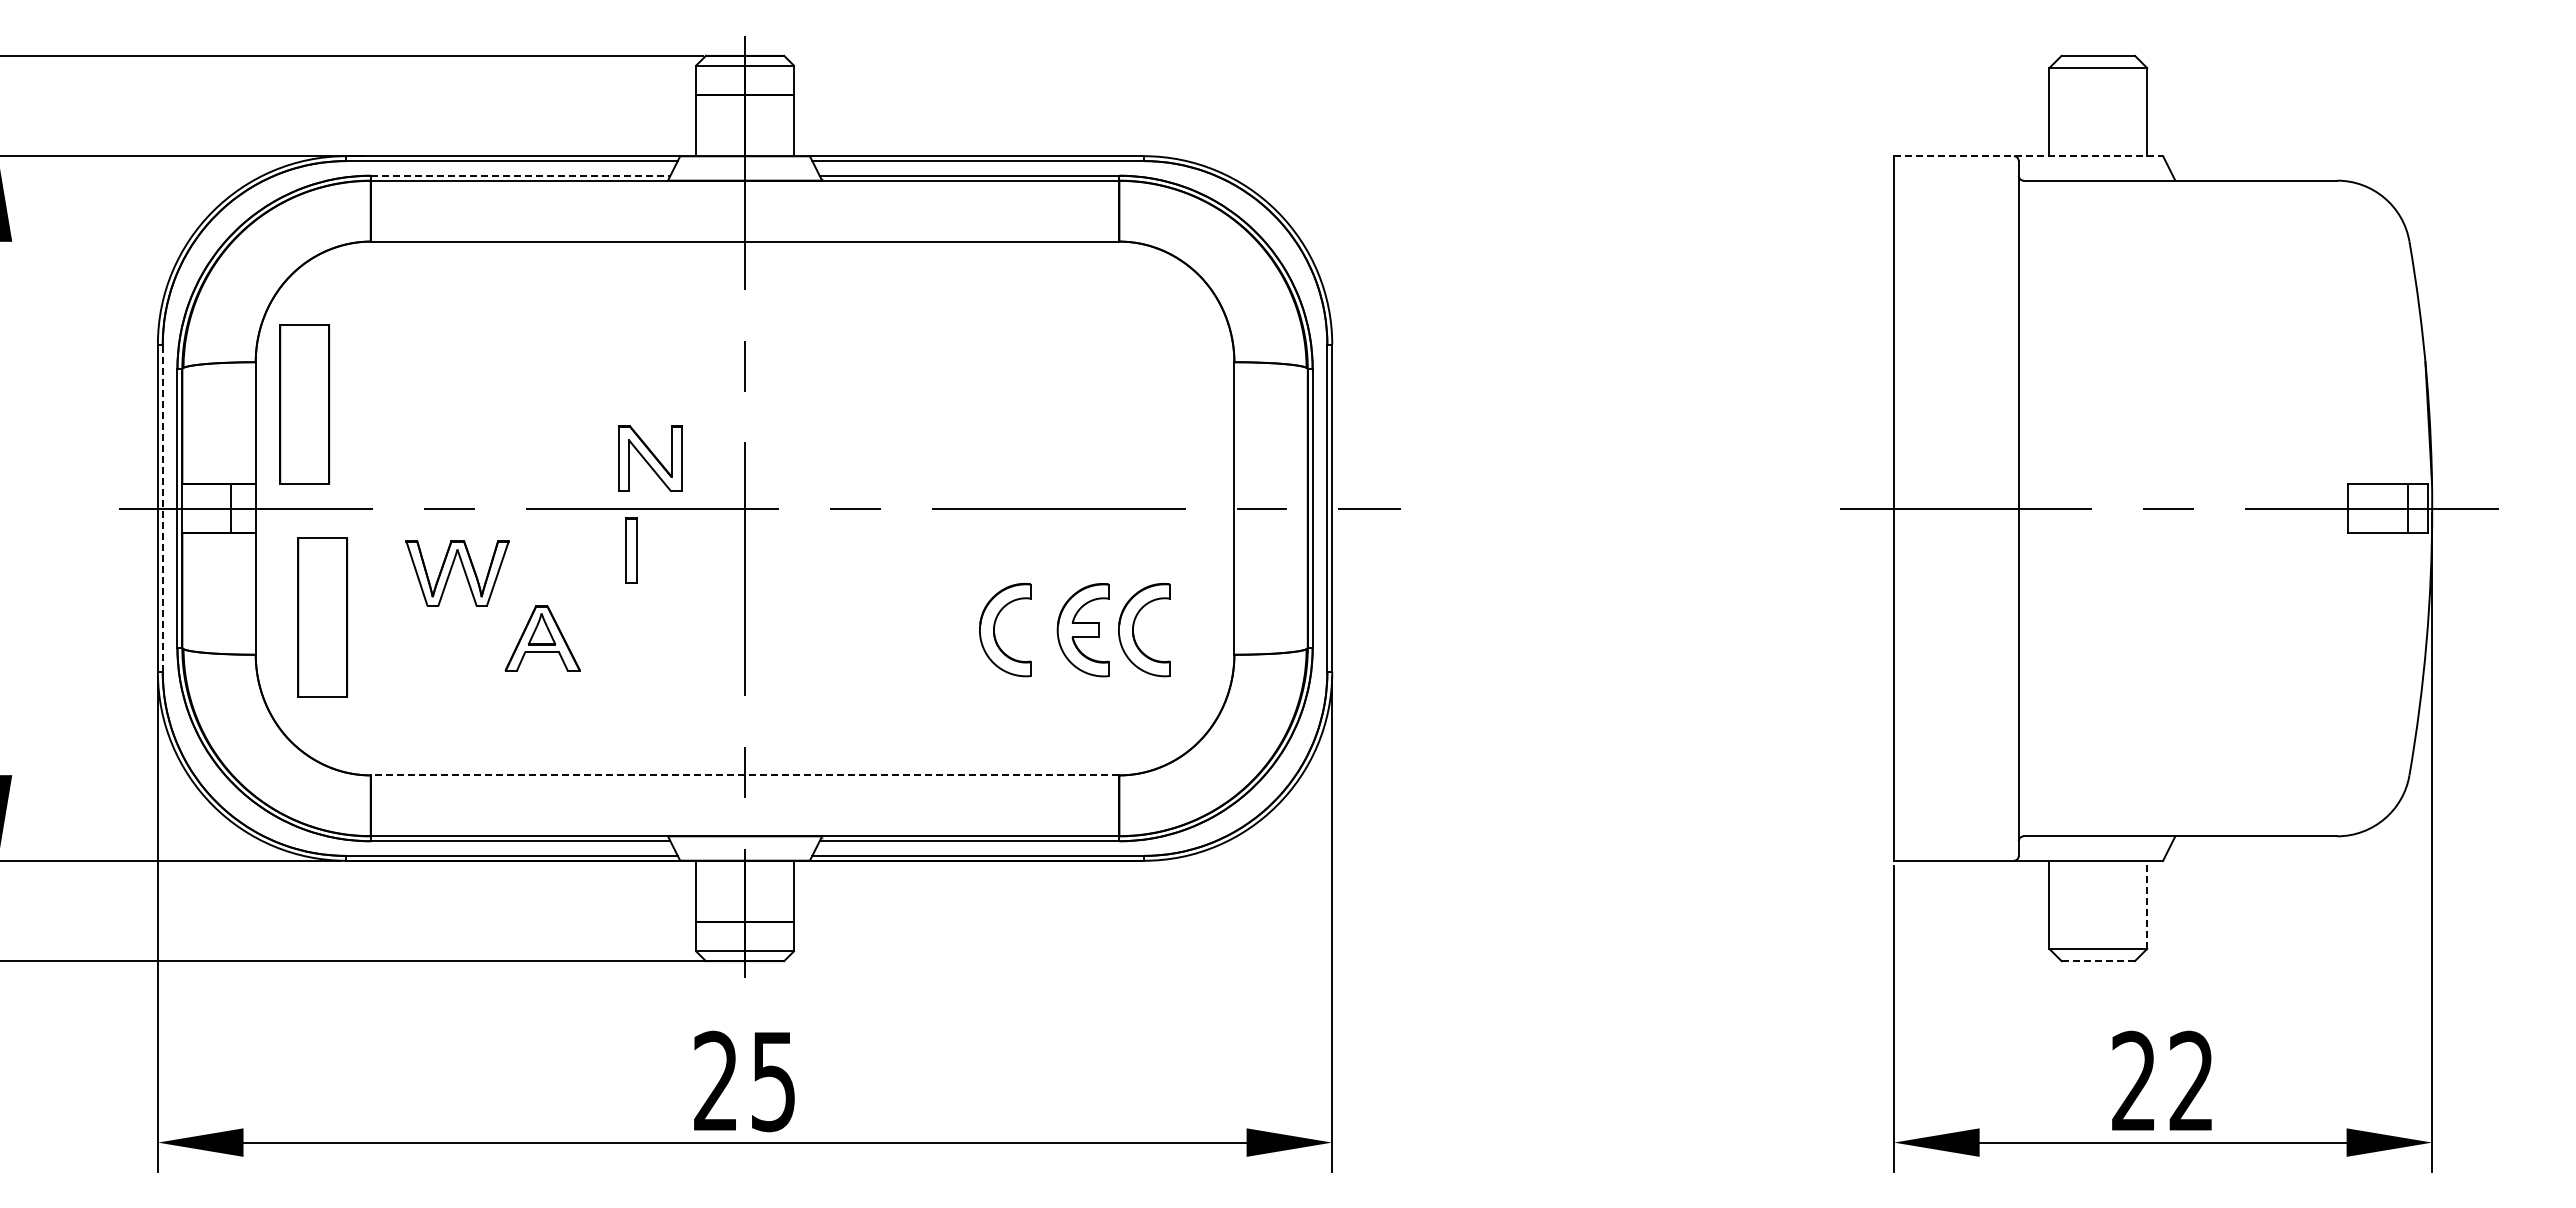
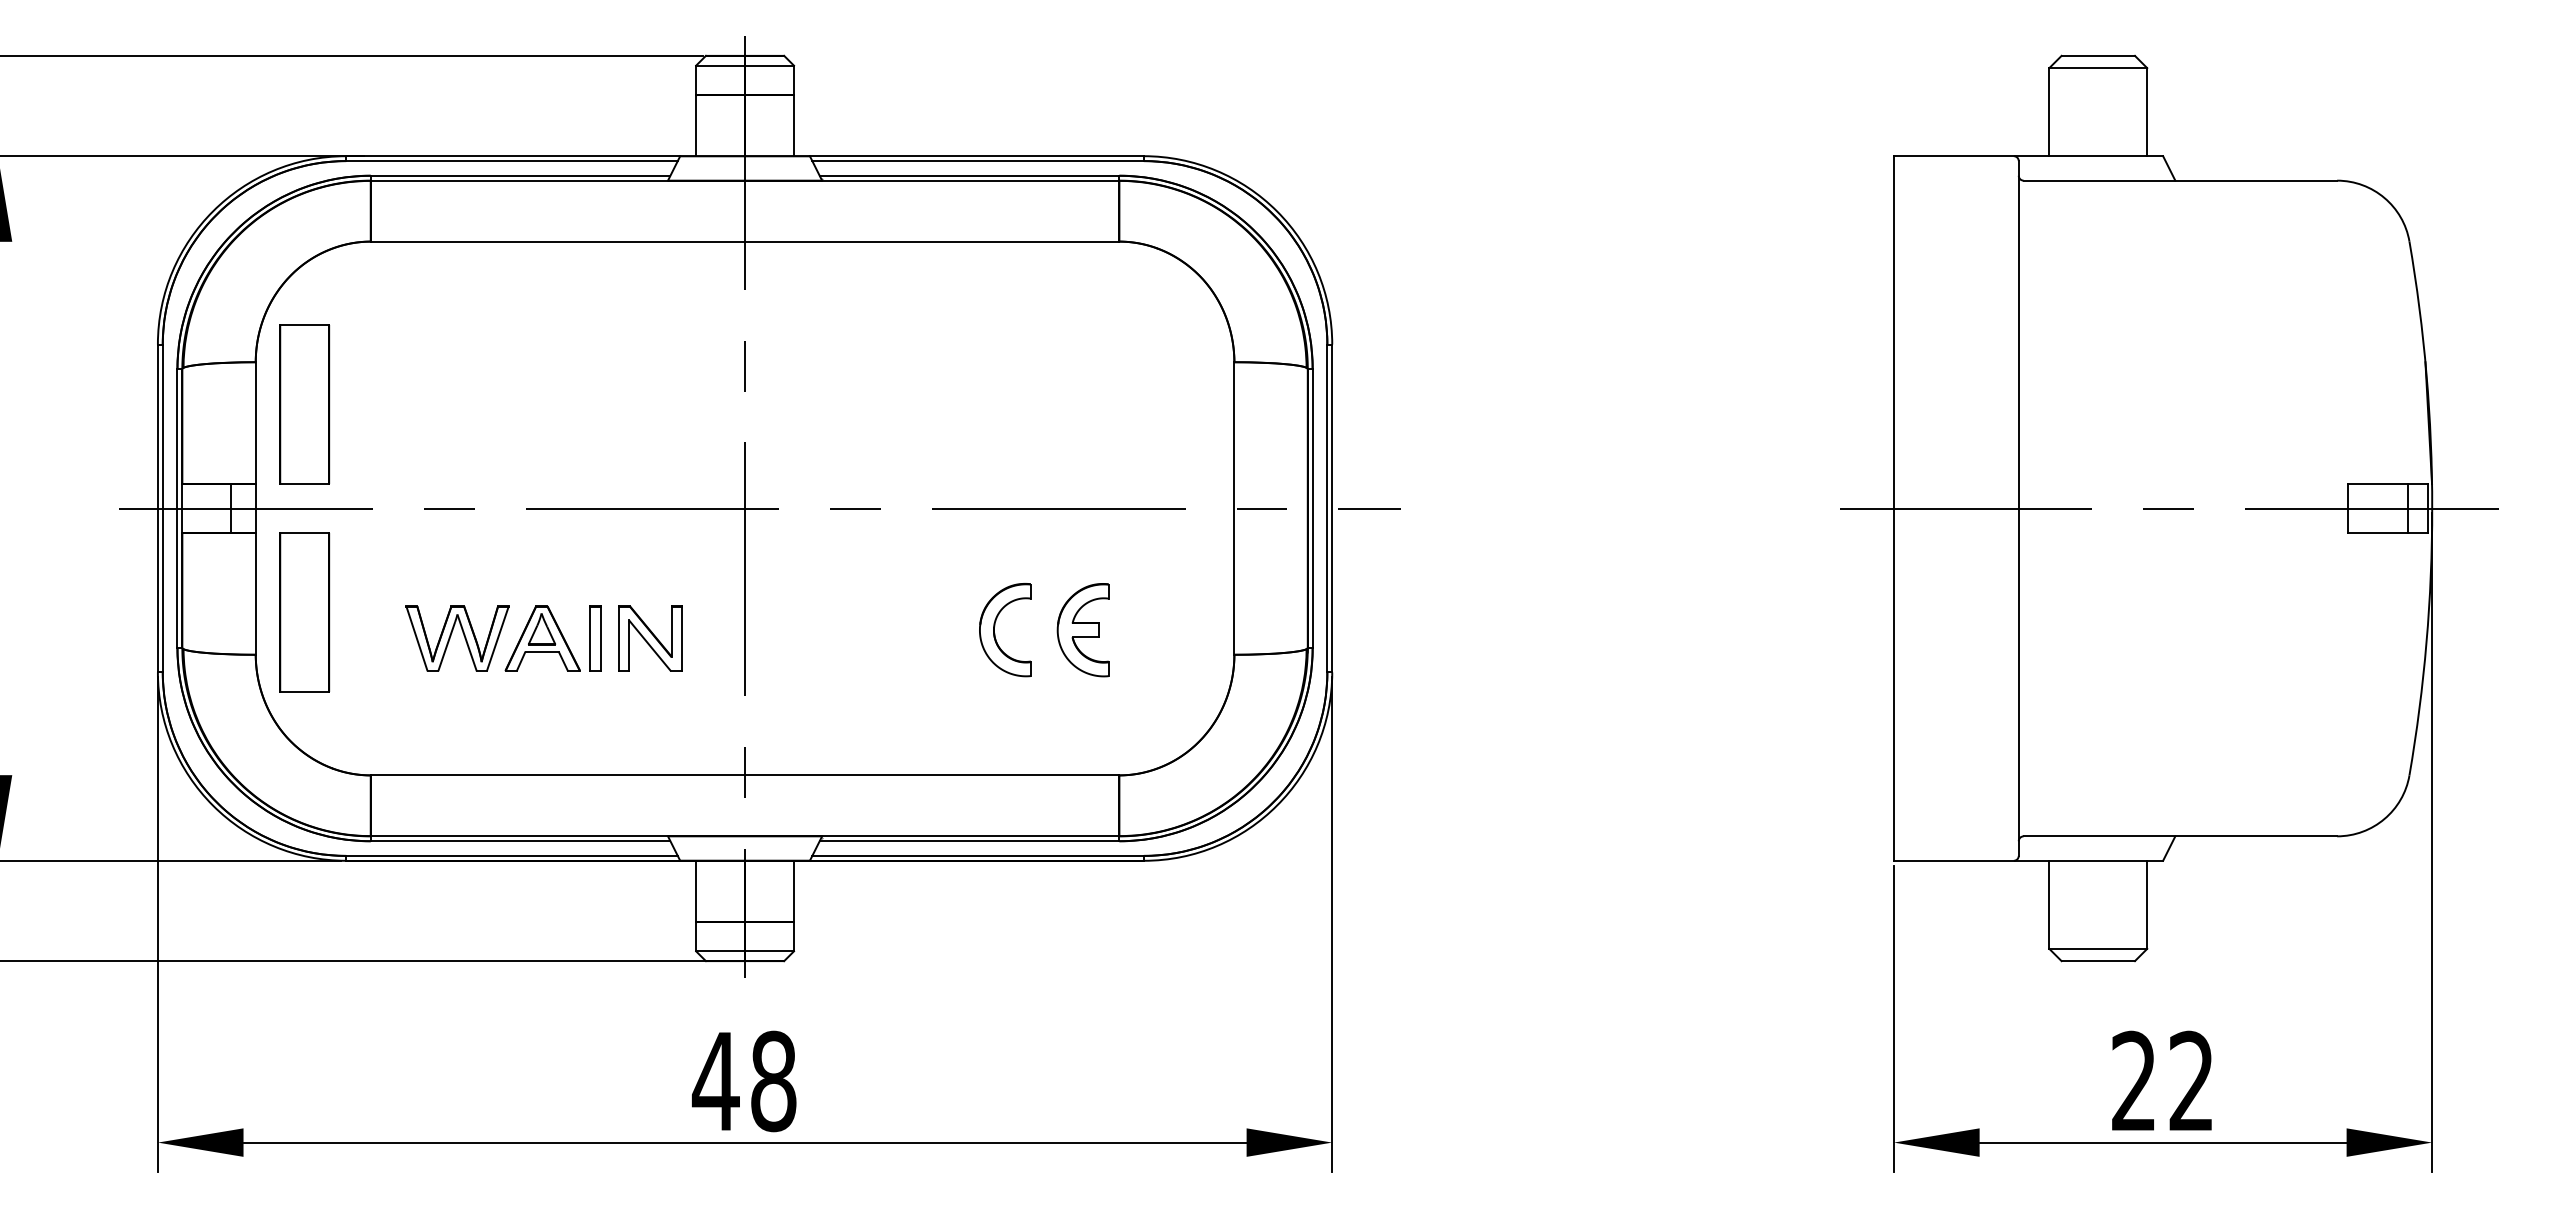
line at (2028, 156): dashed -> solid
line at (520, 175): dashed -> solid
part at (650, 458) position: (650, 458) -> (650, 638)
line at (162, 508): dashed -> solid
part at (631, 550) position: (631, 550) -> (595, 638)
part at (451, 571) position: (451, 571) -> (451, 636)
part at (322, 617) position: (322, 617) -> (304, 612)
part at (1134, 633): present -> none
line at (744, 775): dashed -> solid
line at (2147, 904): dashed -> solid
line at (2098, 961): dashed -> solid
text at (743, 1081): 25 -> 48
